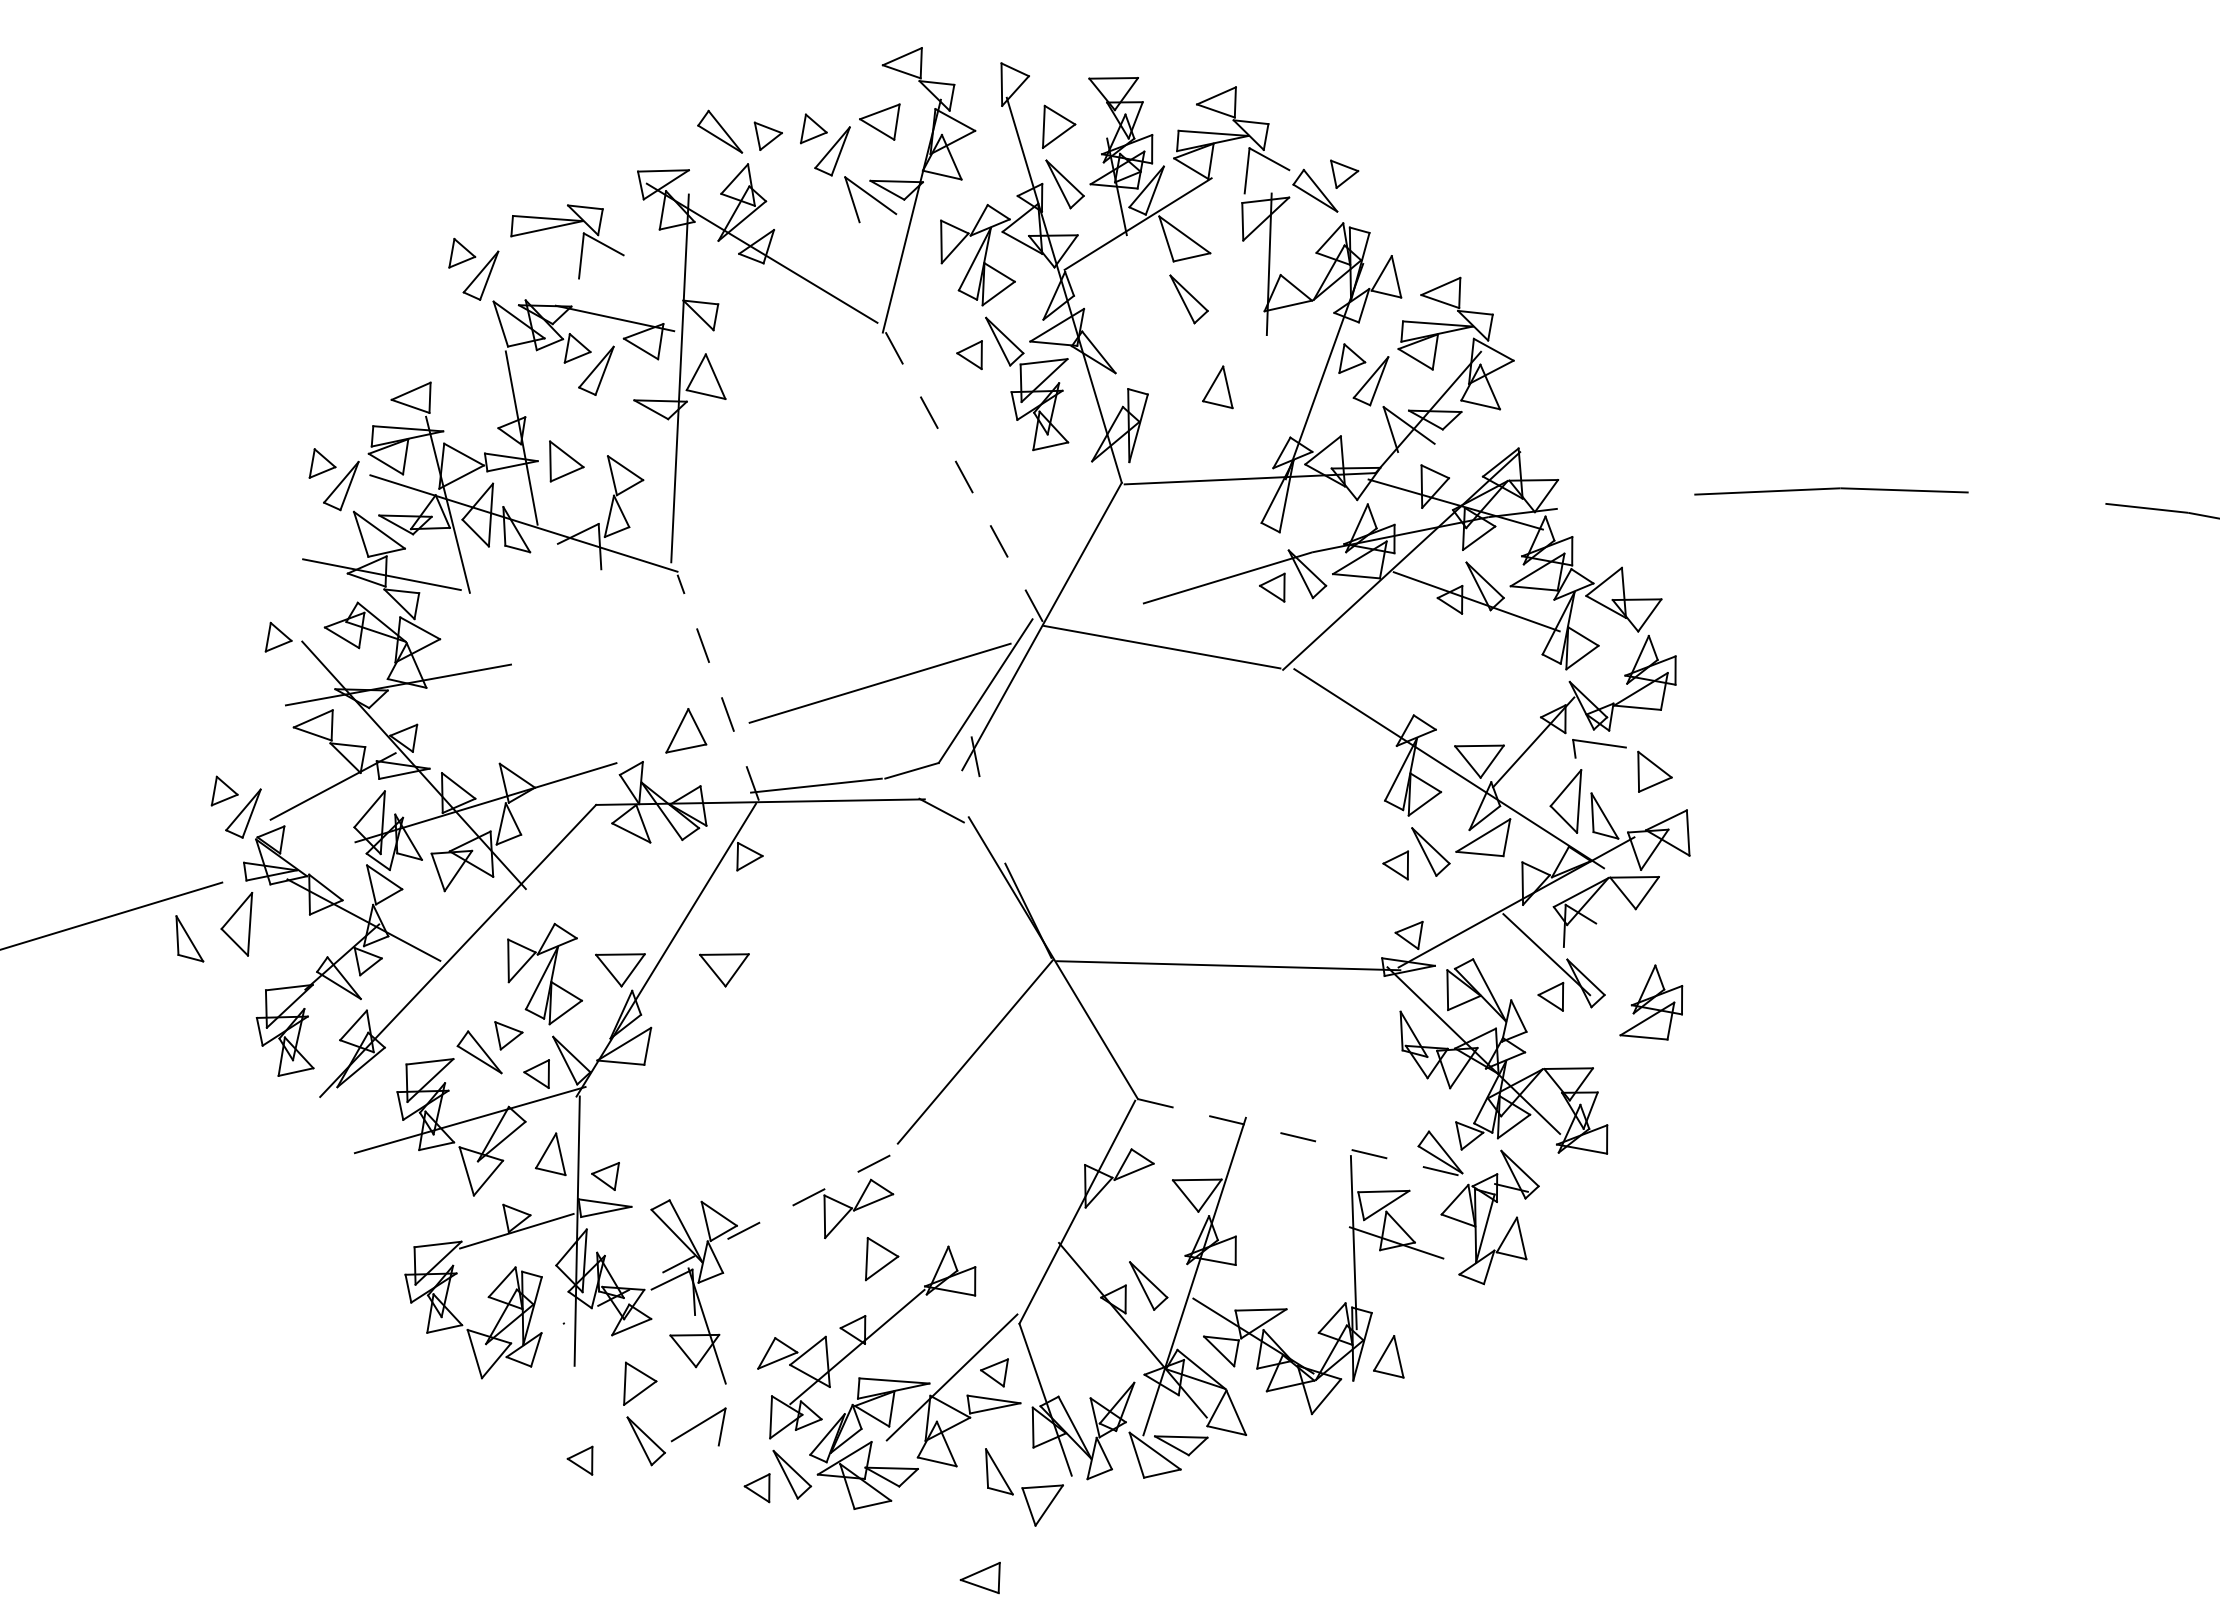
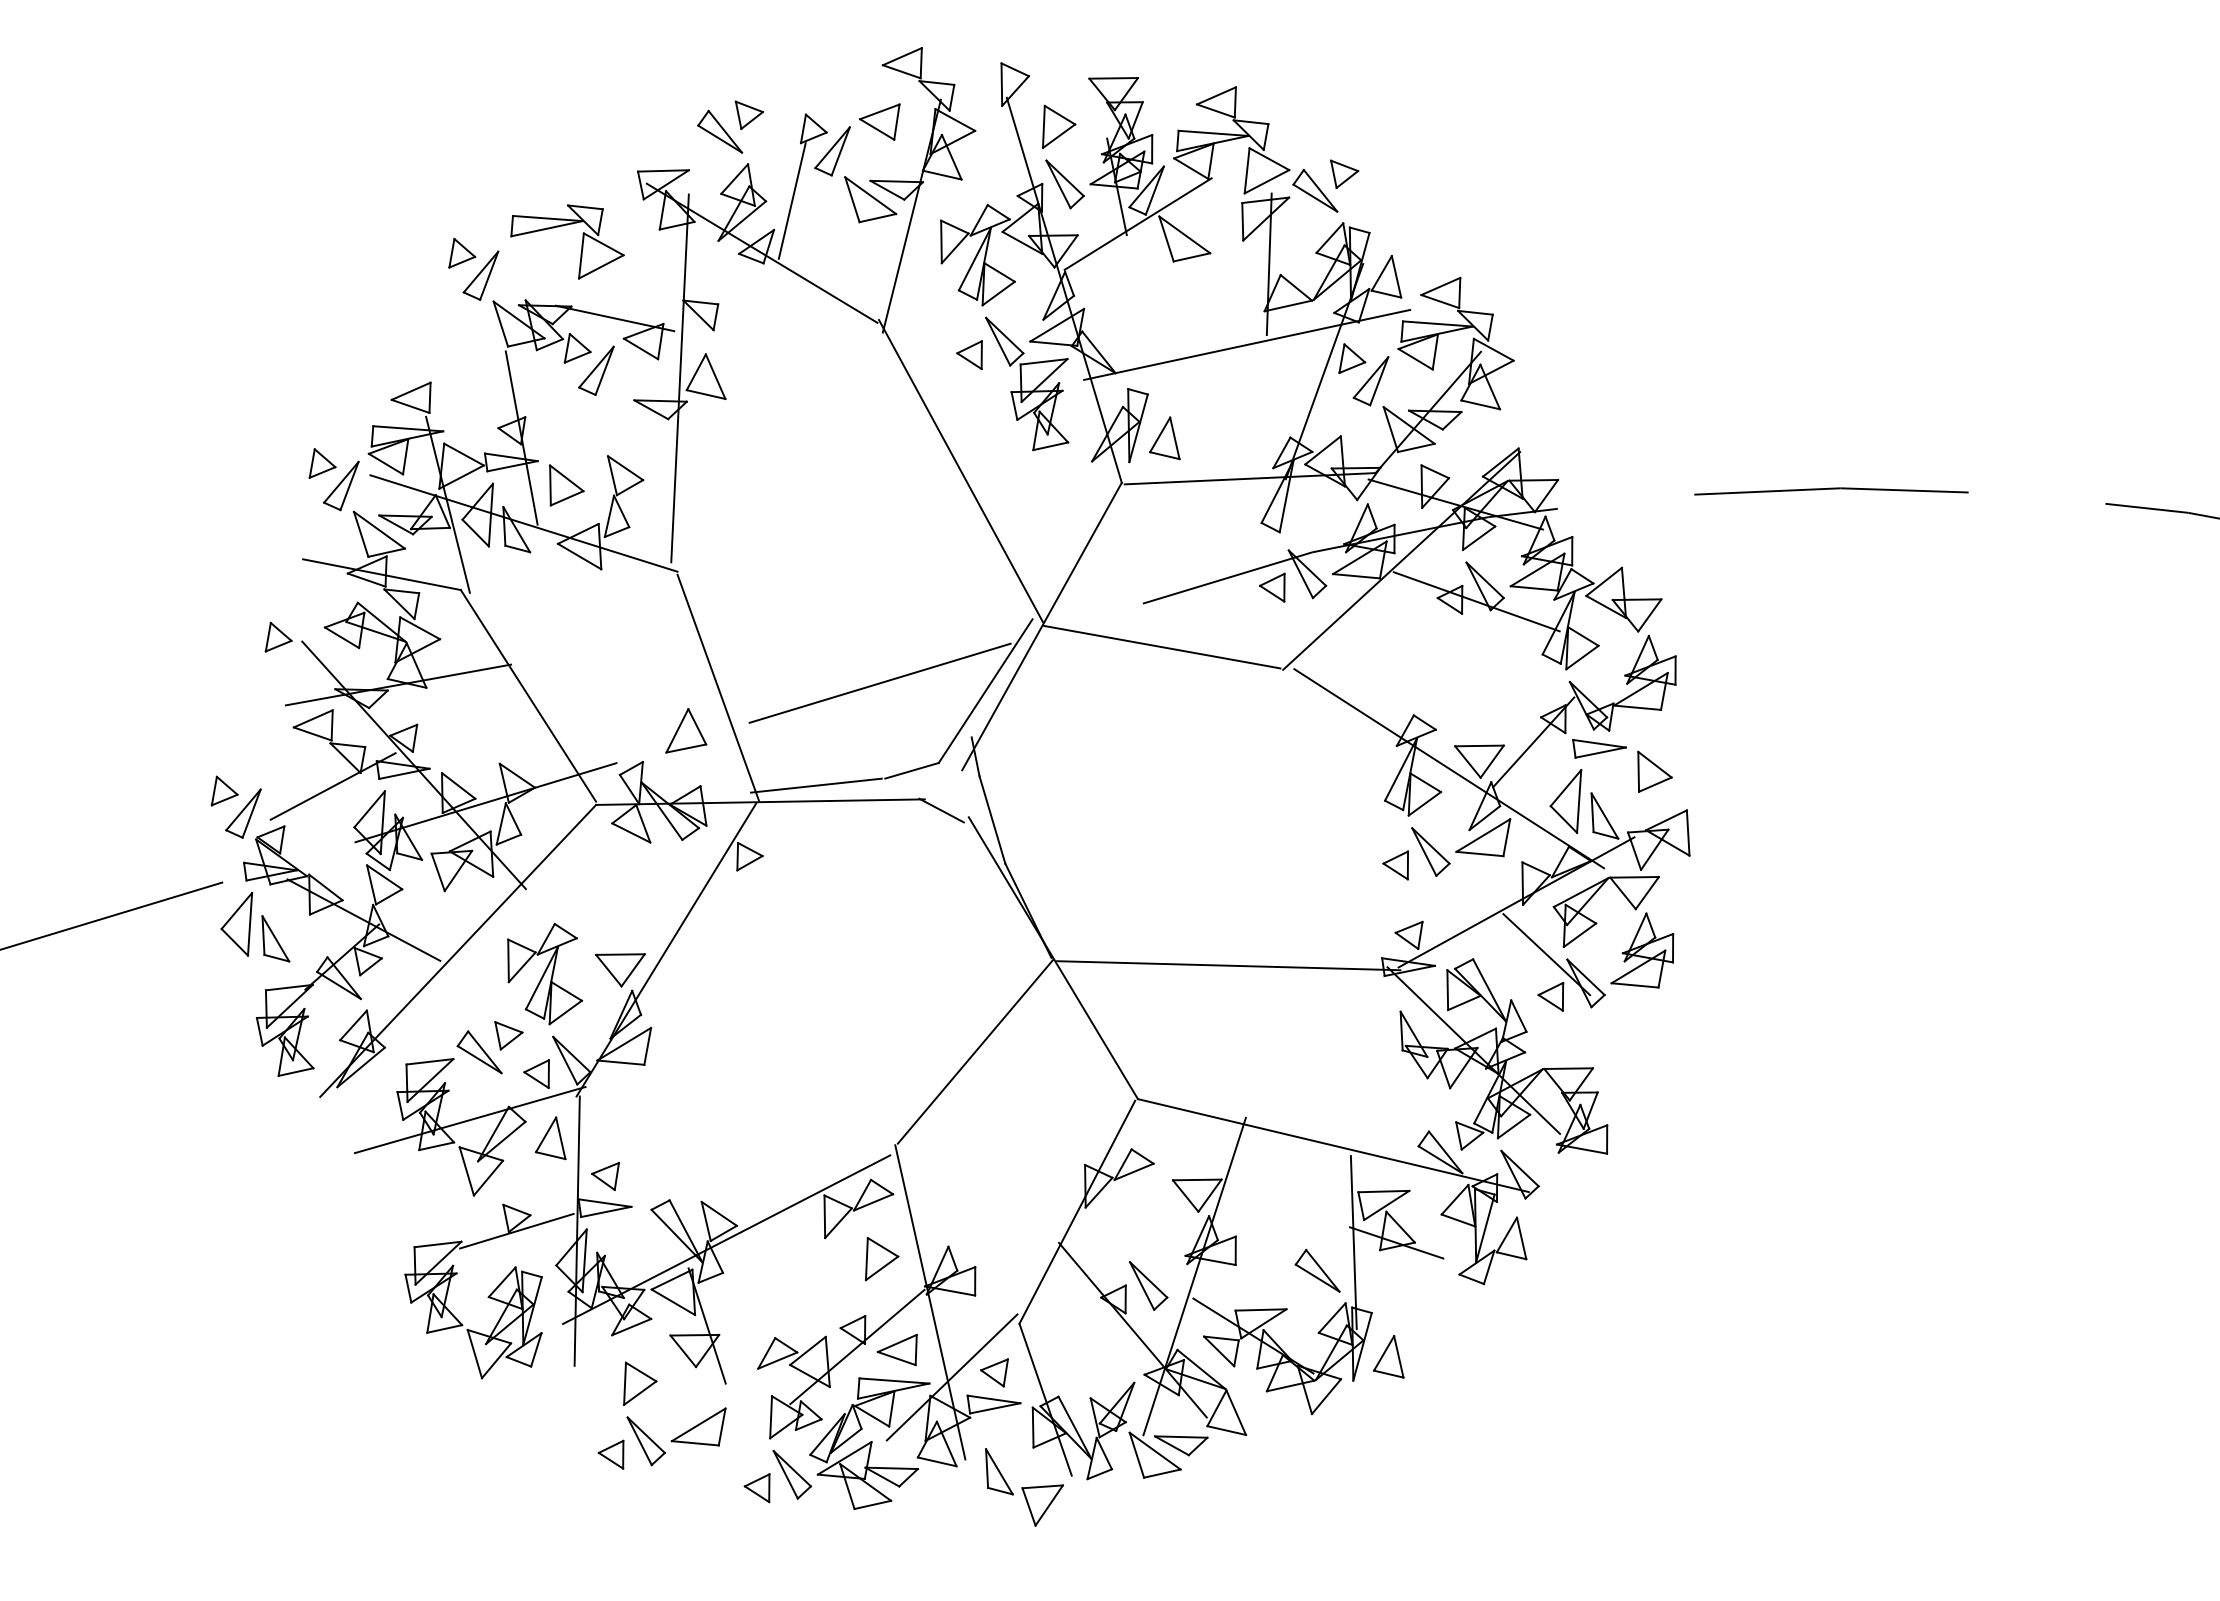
part at (767, 135) position: (767, 135) -> (748, 114)
line at (1266, 181): none -> present
line at (791, 200): none -> present
line at (877, 218): none -> present
line at (601, 266): none -> present
part at (1188, 299): present -> none
line at (1247, 344): none -> present
part at (1217, 387) position: (1217, 387) -> (1164, 438)
line at (1416, 447): none -> present
part at (566, 461) position: (566, 461) -> (566, 485)
line at (960, 470): dashed -> solid
line at (579, 556): none -> present
line at (718, 687): dashed -> solid
line at (528, 695): none -> present
line at (1600, 752): none -> present
line at (992, 819): none -> present
line at (1579, 934): none -> present
part at (189, 938) position: (189, 938) -> (275, 938)
part at (724, 970): present -> none
part at (1651, 1002) position: (1651, 1002) -> (1642, 950)
line at (1333, 1145): dashed -> solid
part at (550, 1154) position: (550, 1154) -> (550, 1138)
line at (726, 1239): dashed -> solid
part at (1317, 1270): none -> present
line at (673, 1302): none -> present
line at (930, 1302): none -> present
line at (694, 1443): none -> present
part at (579, 1460) position: (579, 1460) -> (610, 1454)
part at (979, 1578) position: (979, 1578) -> (896, 1350)
